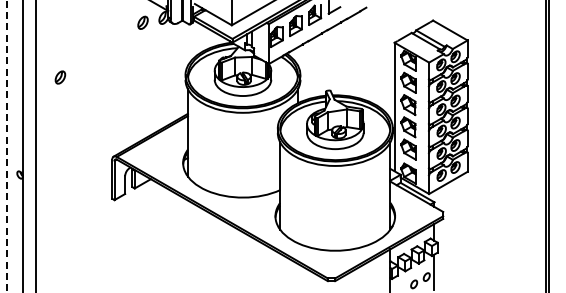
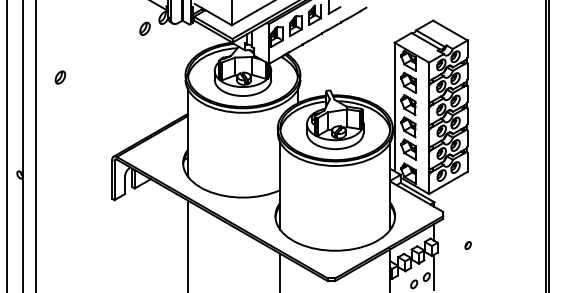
part at (142, 22) position: (142, 22) -> (144, 28)
line at (6, 146): dashed -> solid
line at (187, 244): none -> present
part at (467, 245): none -> present
line at (280, 271): none -> present
